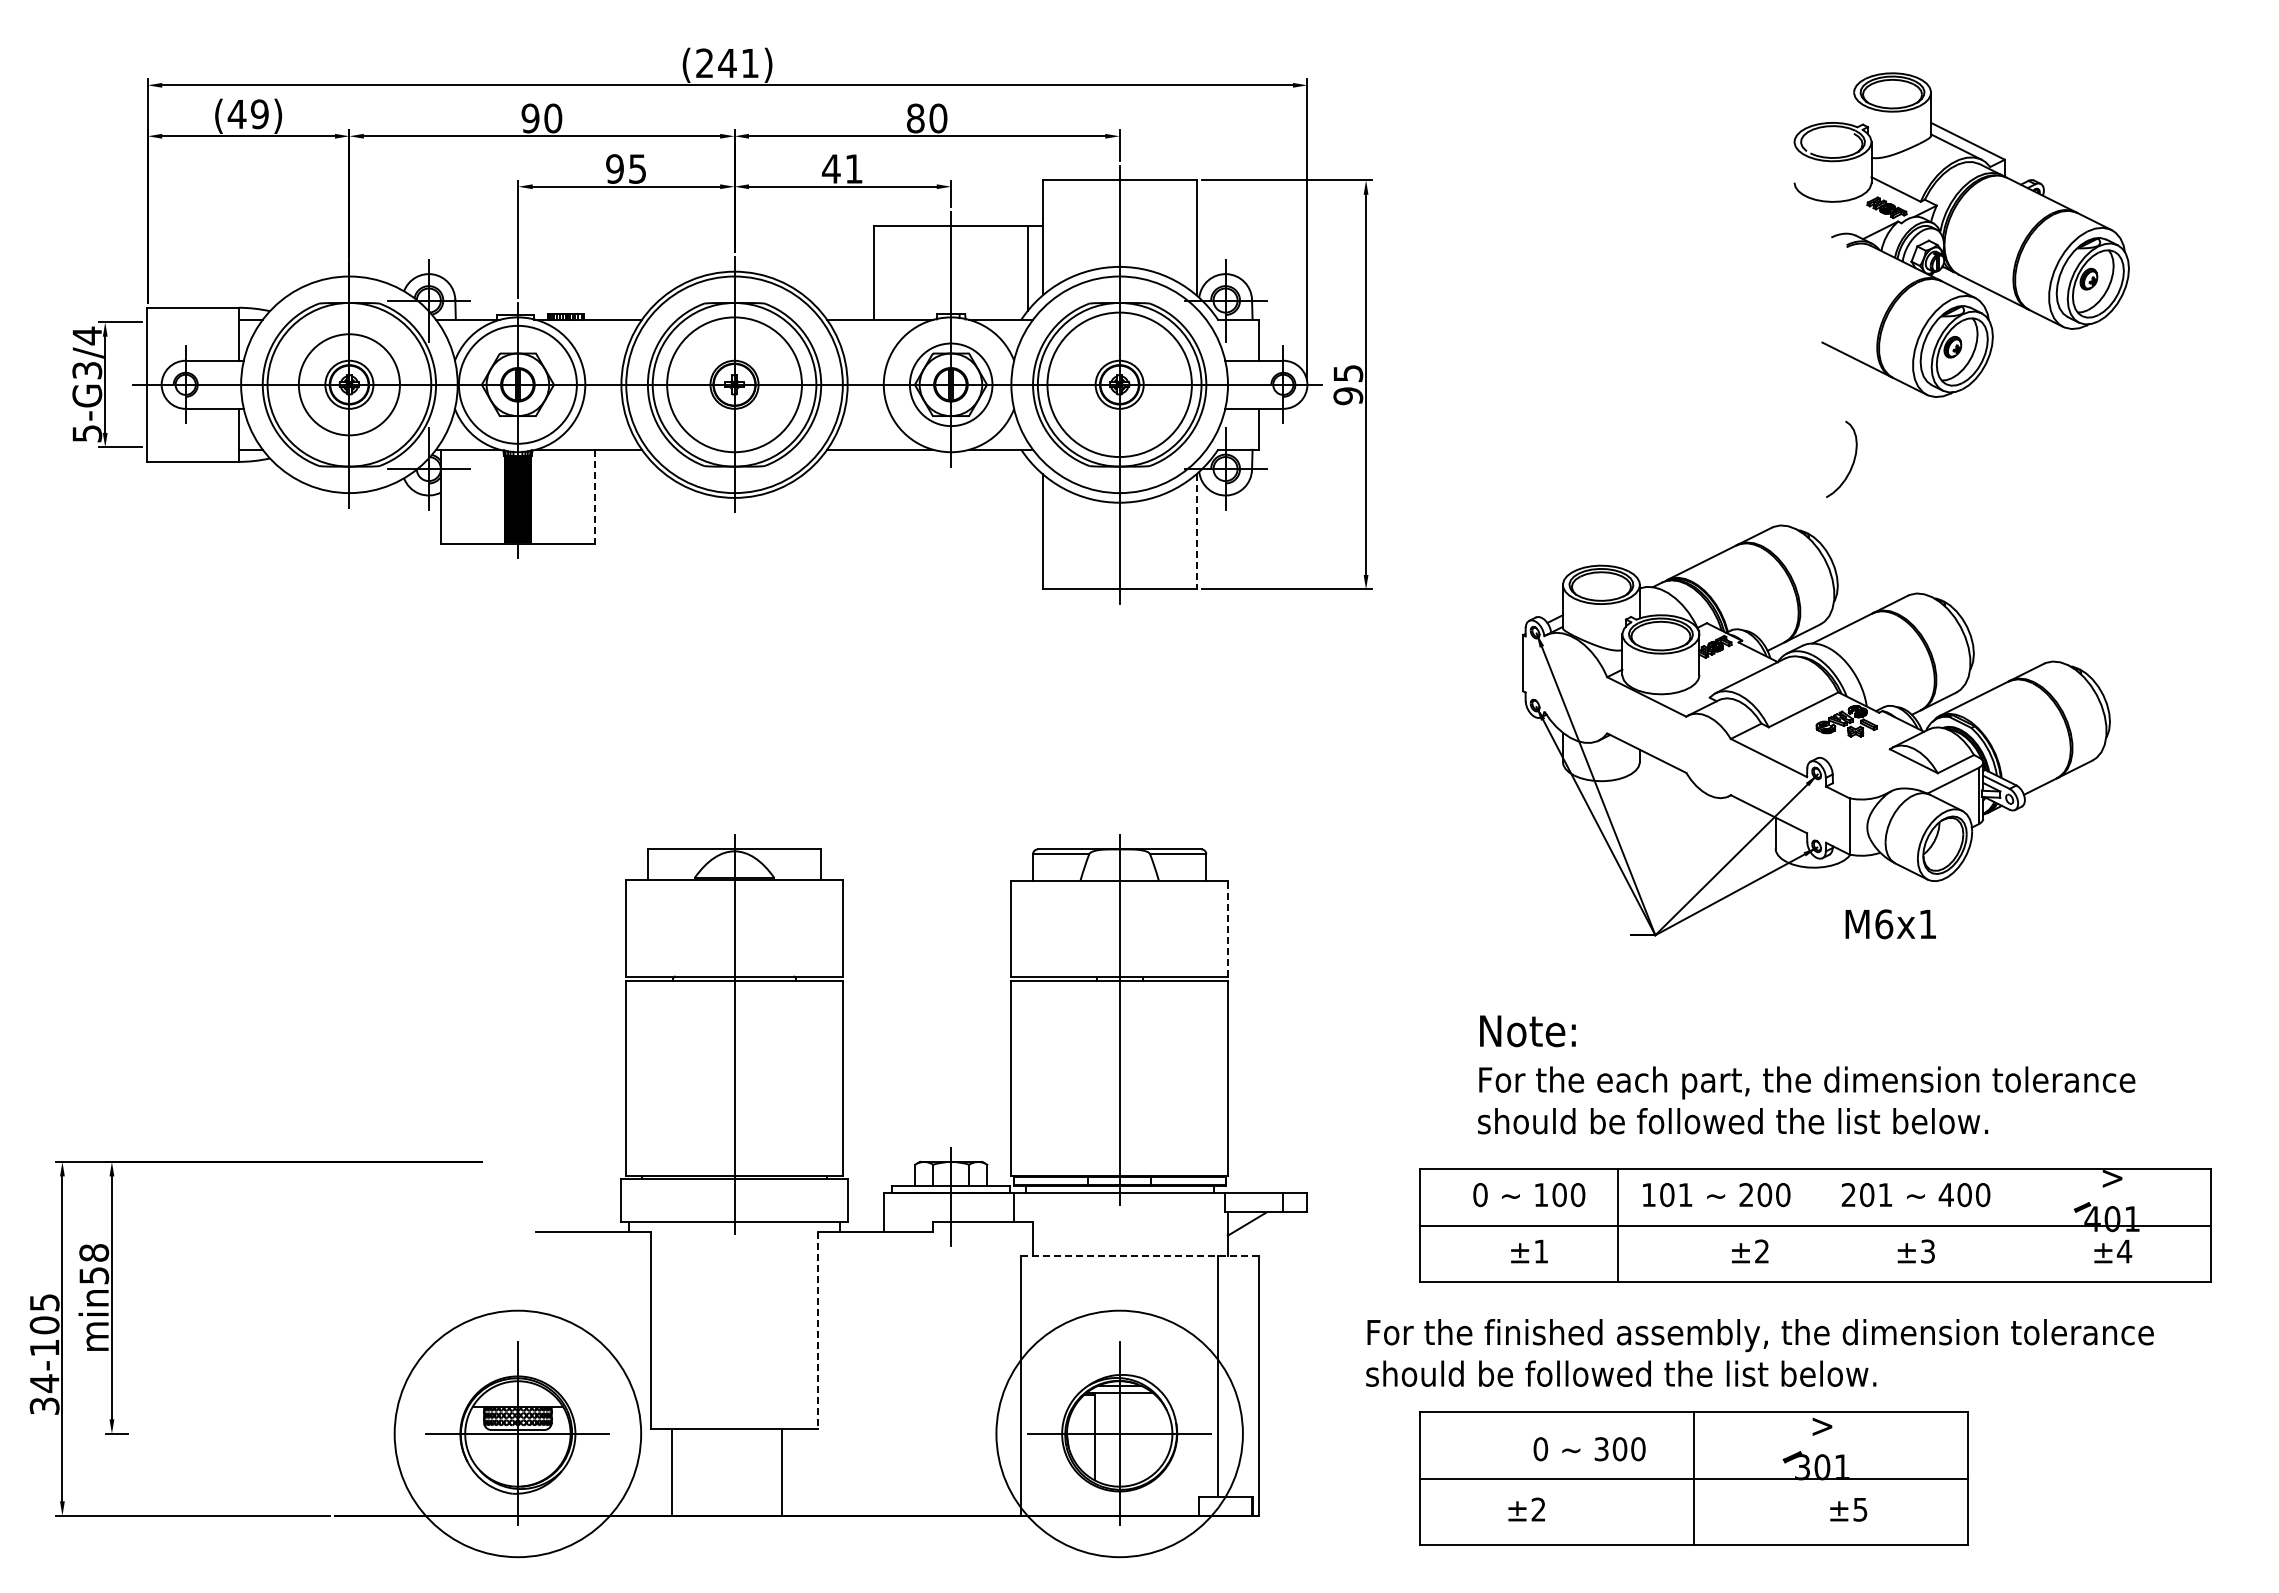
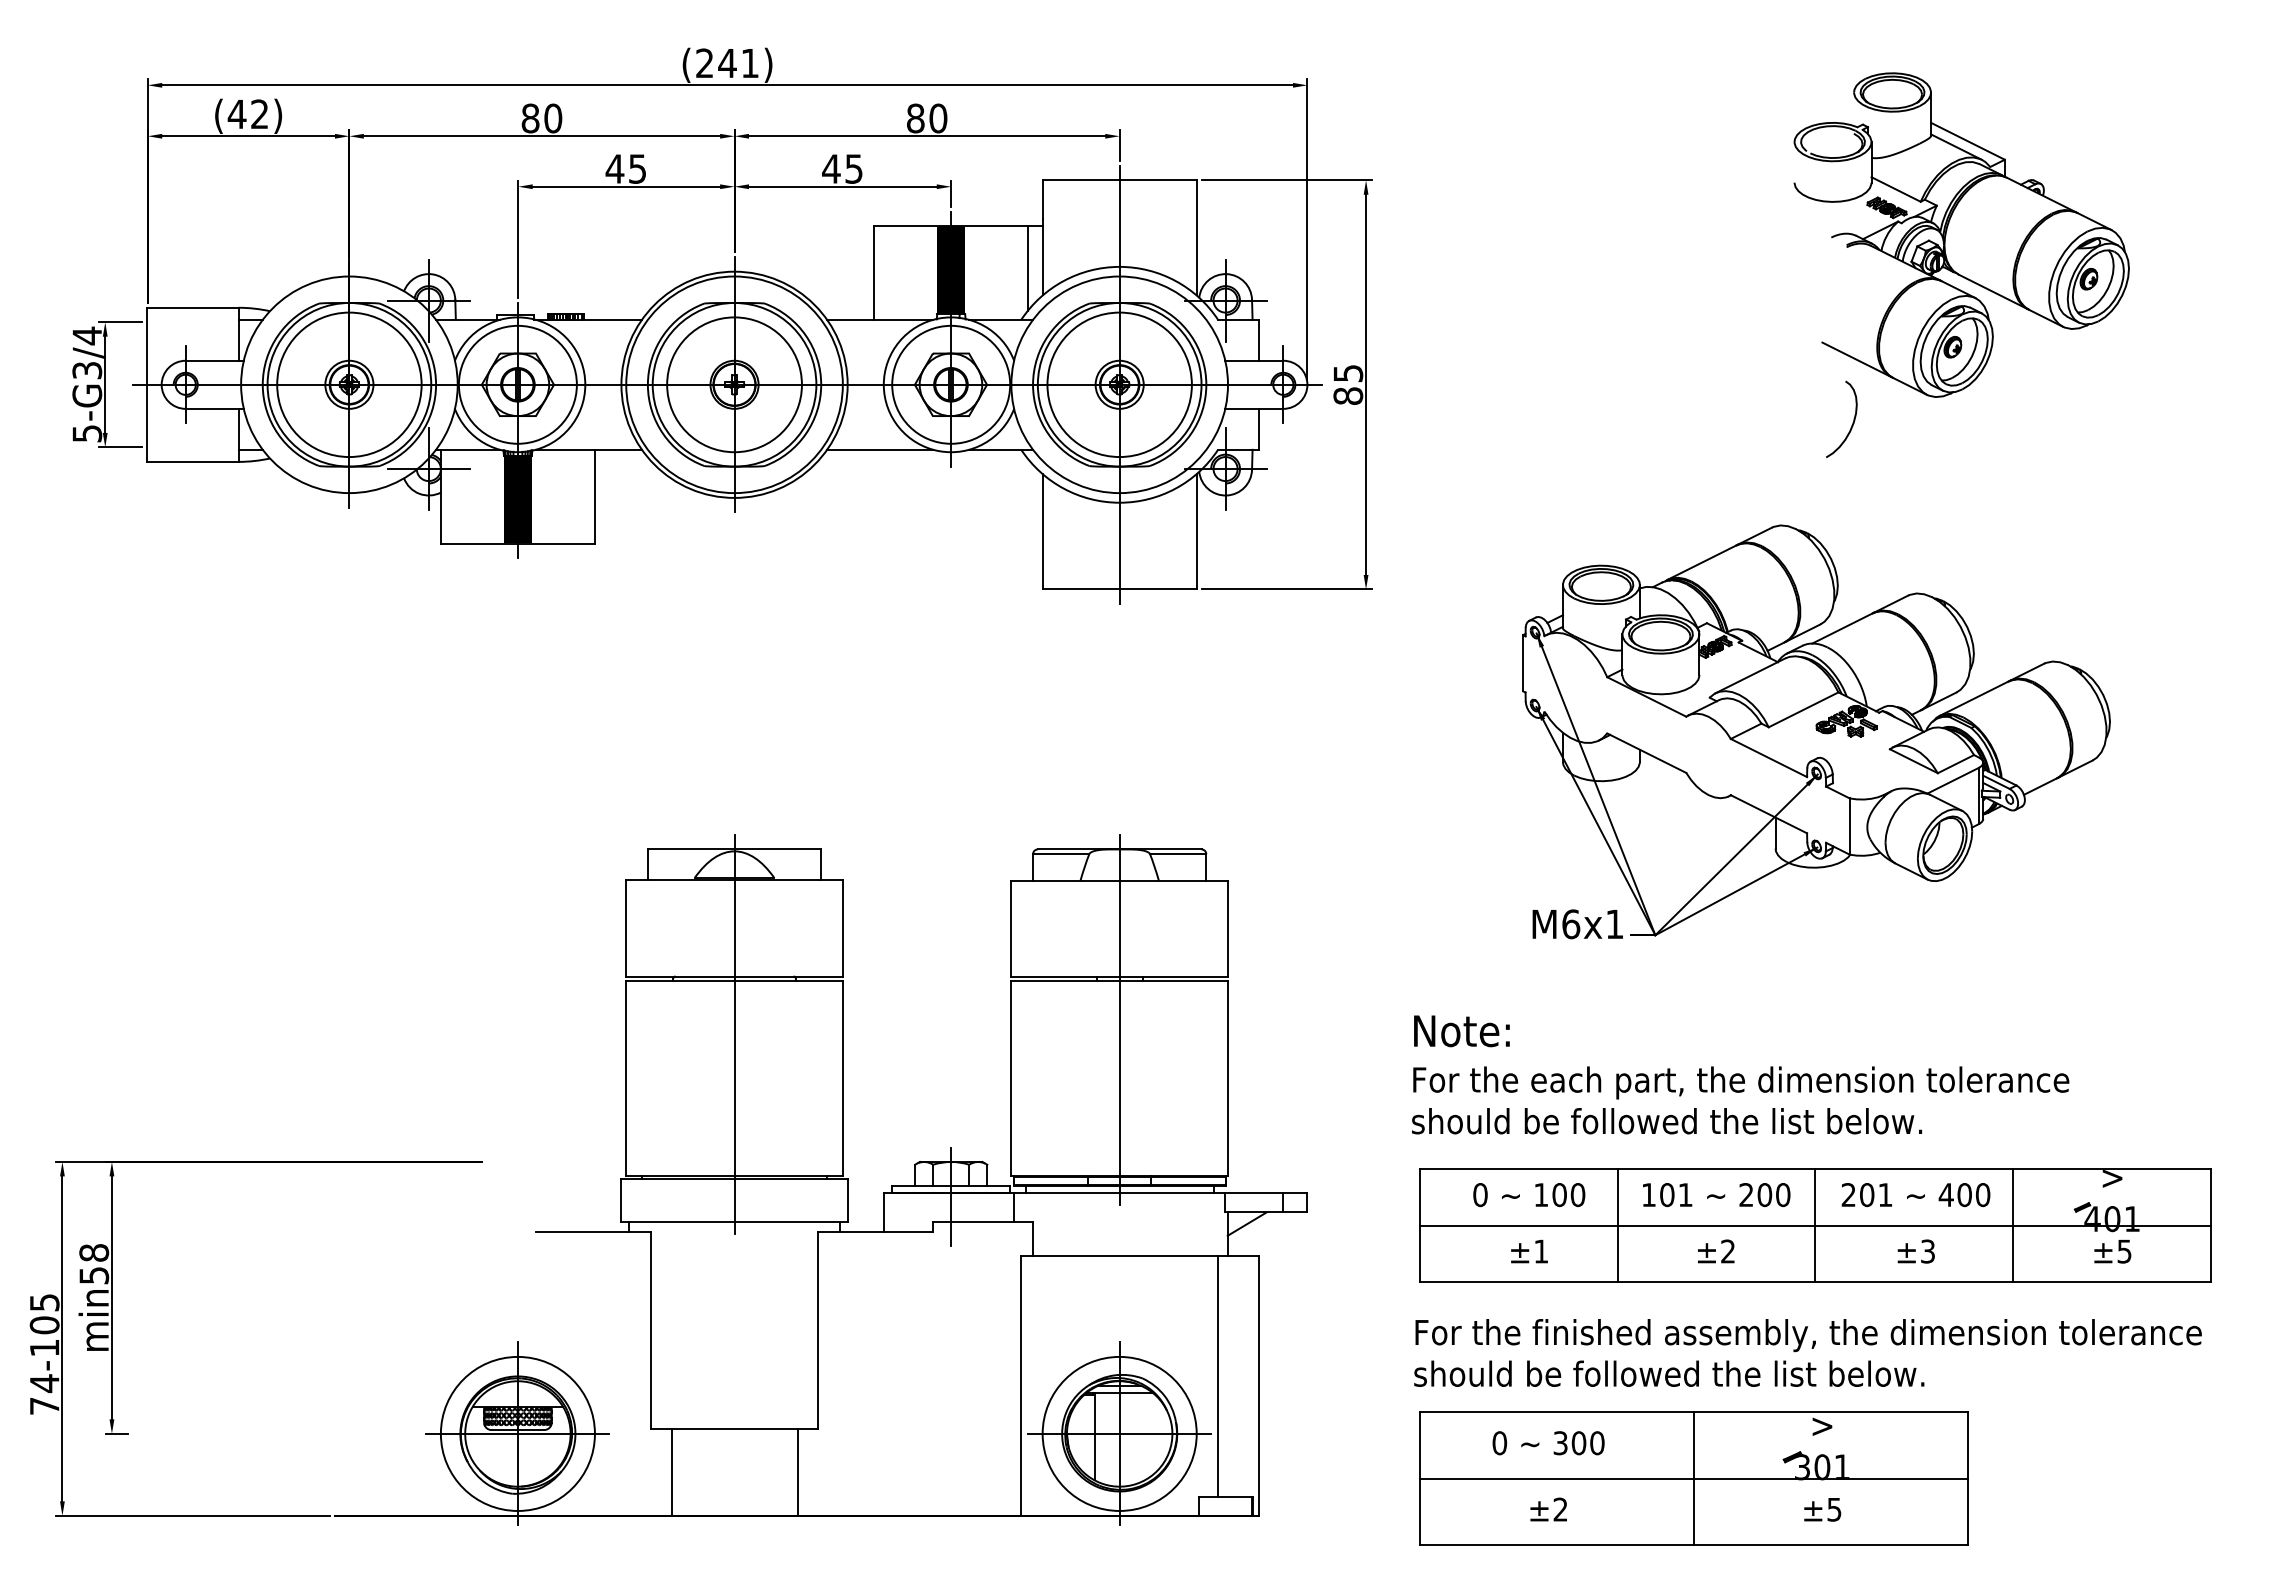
text at (259, 114): (49) -> (42)
text at (530, 118): 90 -> 80
text at (614, 168): 95 -> 45
text at (853, 168): 41 -> 45
fill at (951, 270): none -> present
circle at (348, 384) diameter: 101 px -> 144 px
circle at (950, 384) diameter: 83 px -> 118 px
text at (1348, 396): 95 -> 85
curve at (1852, 462) position: (1852, 462) -> (1852, 422)
line at (594, 496): dashed -> solid
line at (1196, 532): dashed -> solid
text at (1890, 924) position: (1890, 924) -> (1577, 924)
line at (1227, 928): dashed -> solid
text at (1806, 1074) position: (1806, 1074) -> (1740, 1074)
line at (1815, 1225): none -> present
line at (2012, 1225): none -> present
text at (1750, 1251) position: (1750, 1251) -> (1716, 1251)
text at (2124, 1251): ±4 -> ±5
line at (1140, 1255): dashed -> solid
line at (818, 1330): dashed -> solid
text at (1759, 1352) position: (1759, 1352) -> (1807, 1352)
text at (44, 1405): 34-105 -> 74-105
circle at (517, 1433) diameter: 246 px -> 154 px
circle at (1119, 1433) diameter: 246 px -> 154 px
text at (1589, 1449) position: (1589, 1449) -> (1548, 1443)
line at (781, 1472) position: (781, 1472) -> (797, 1472)
text at (1526, 1509) position: (1526, 1509) -> (1548, 1509)
text at (1848, 1509) position: (1848, 1509) -> (1822, 1509)
